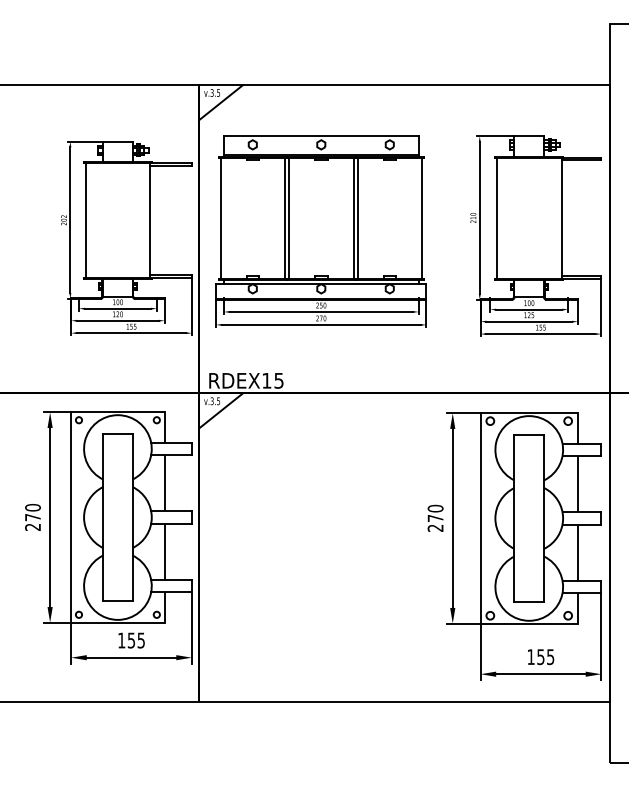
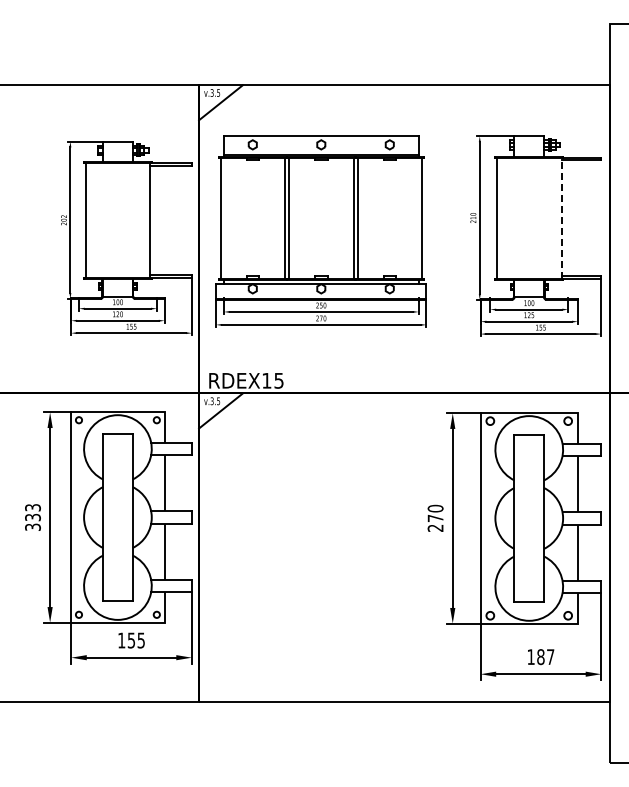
line at (561, 217): solid -> dashed
text at (32, 517): 270 -> 333
text at (545, 657): 155 -> 187
